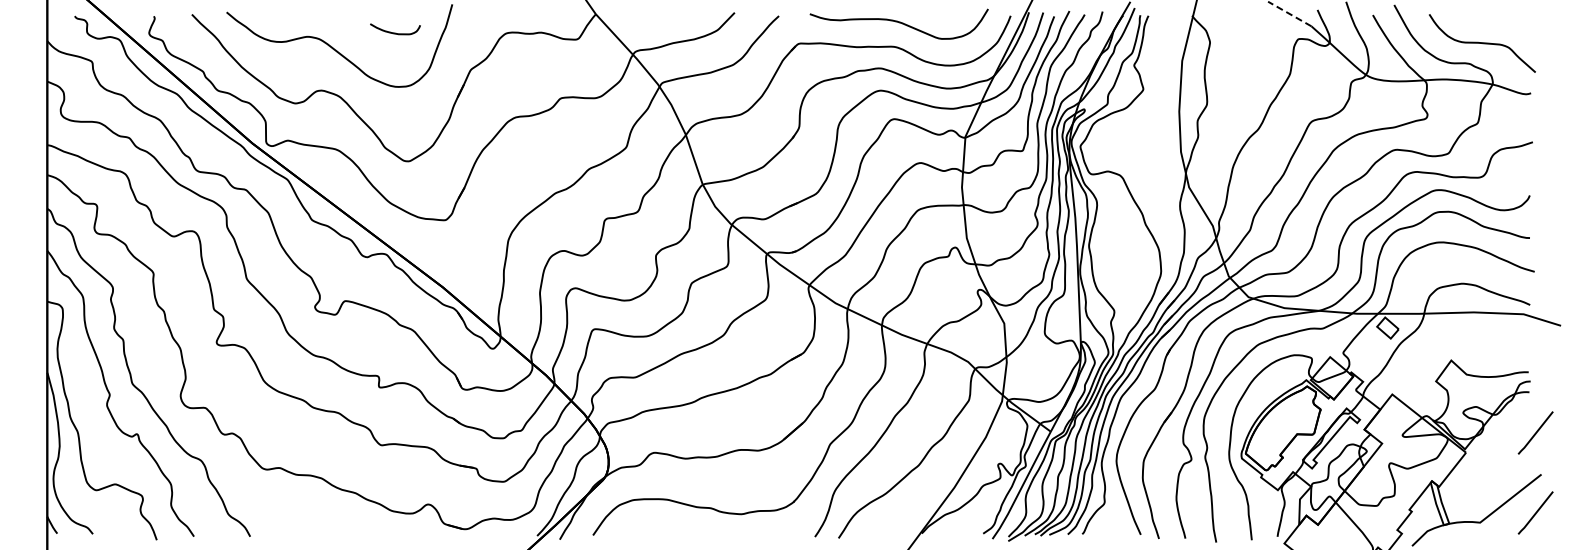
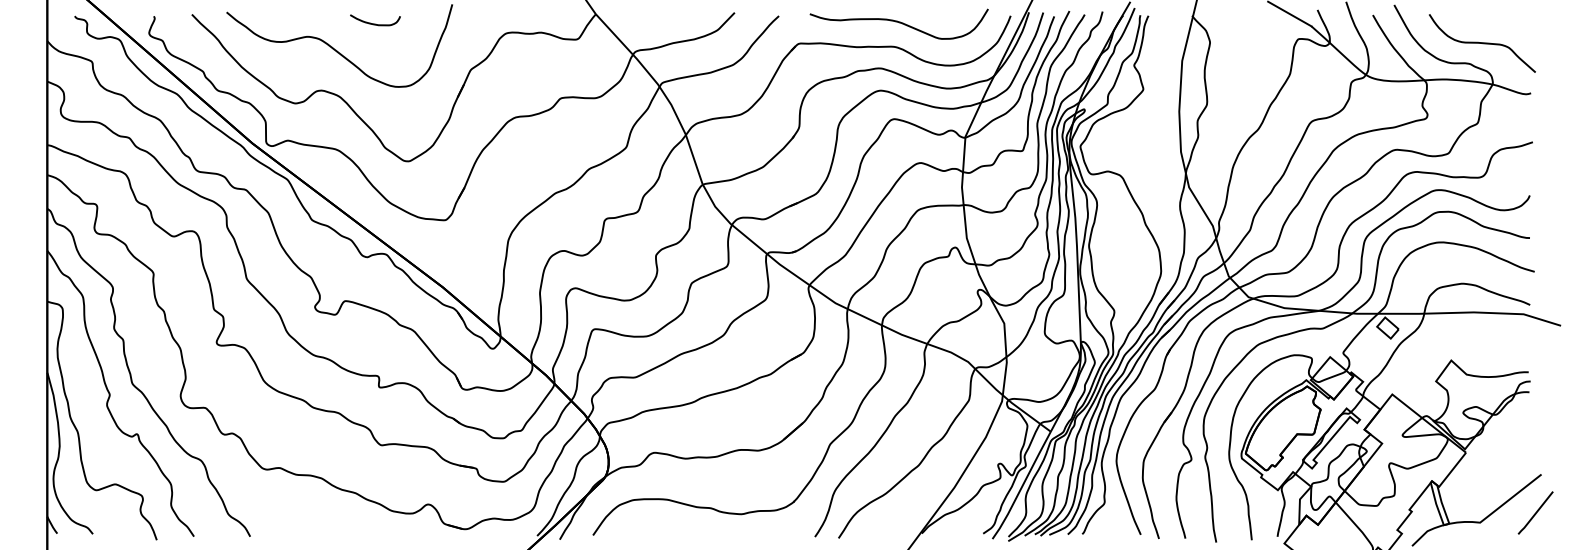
line at (1289, 14): dashed -> solid
curve at (395, 32) position: (395, 32) -> (375, 23)
line at (1535, 432): present -> none
